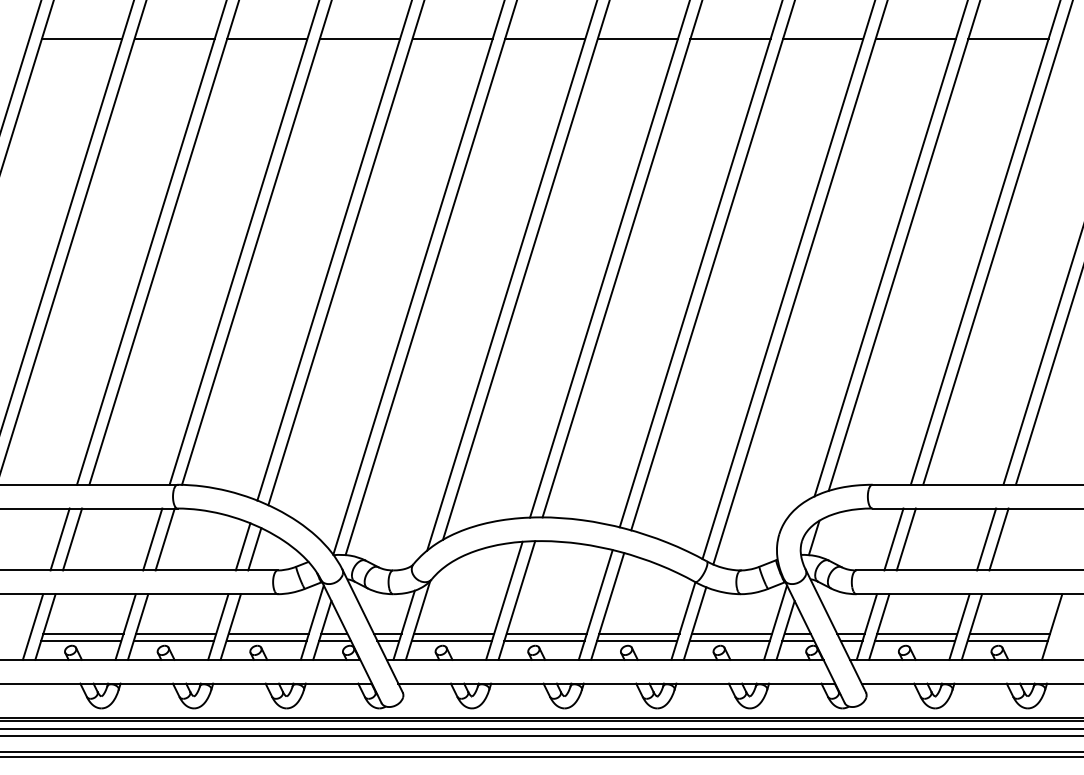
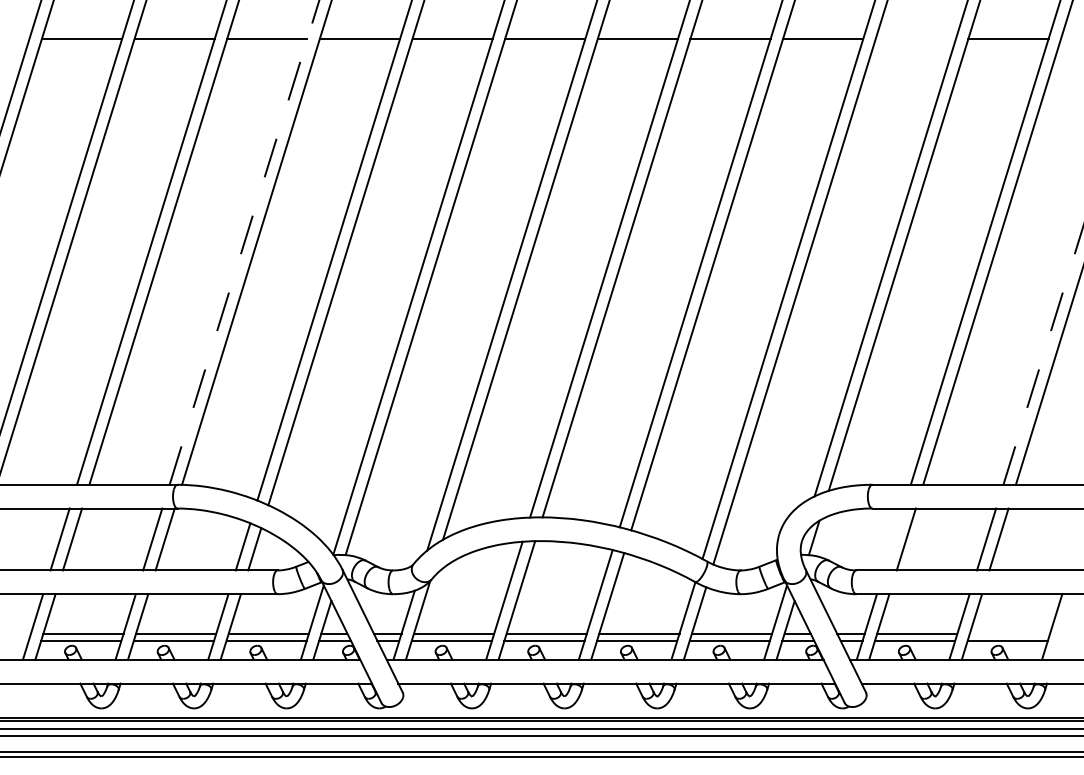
line at (915, 39): present -> none
line at (244, 242): solid -> dashed
line at (1043, 354): solid -> dashed
line at (893, 539): present -> none
line at (1009, 633): present -> none
